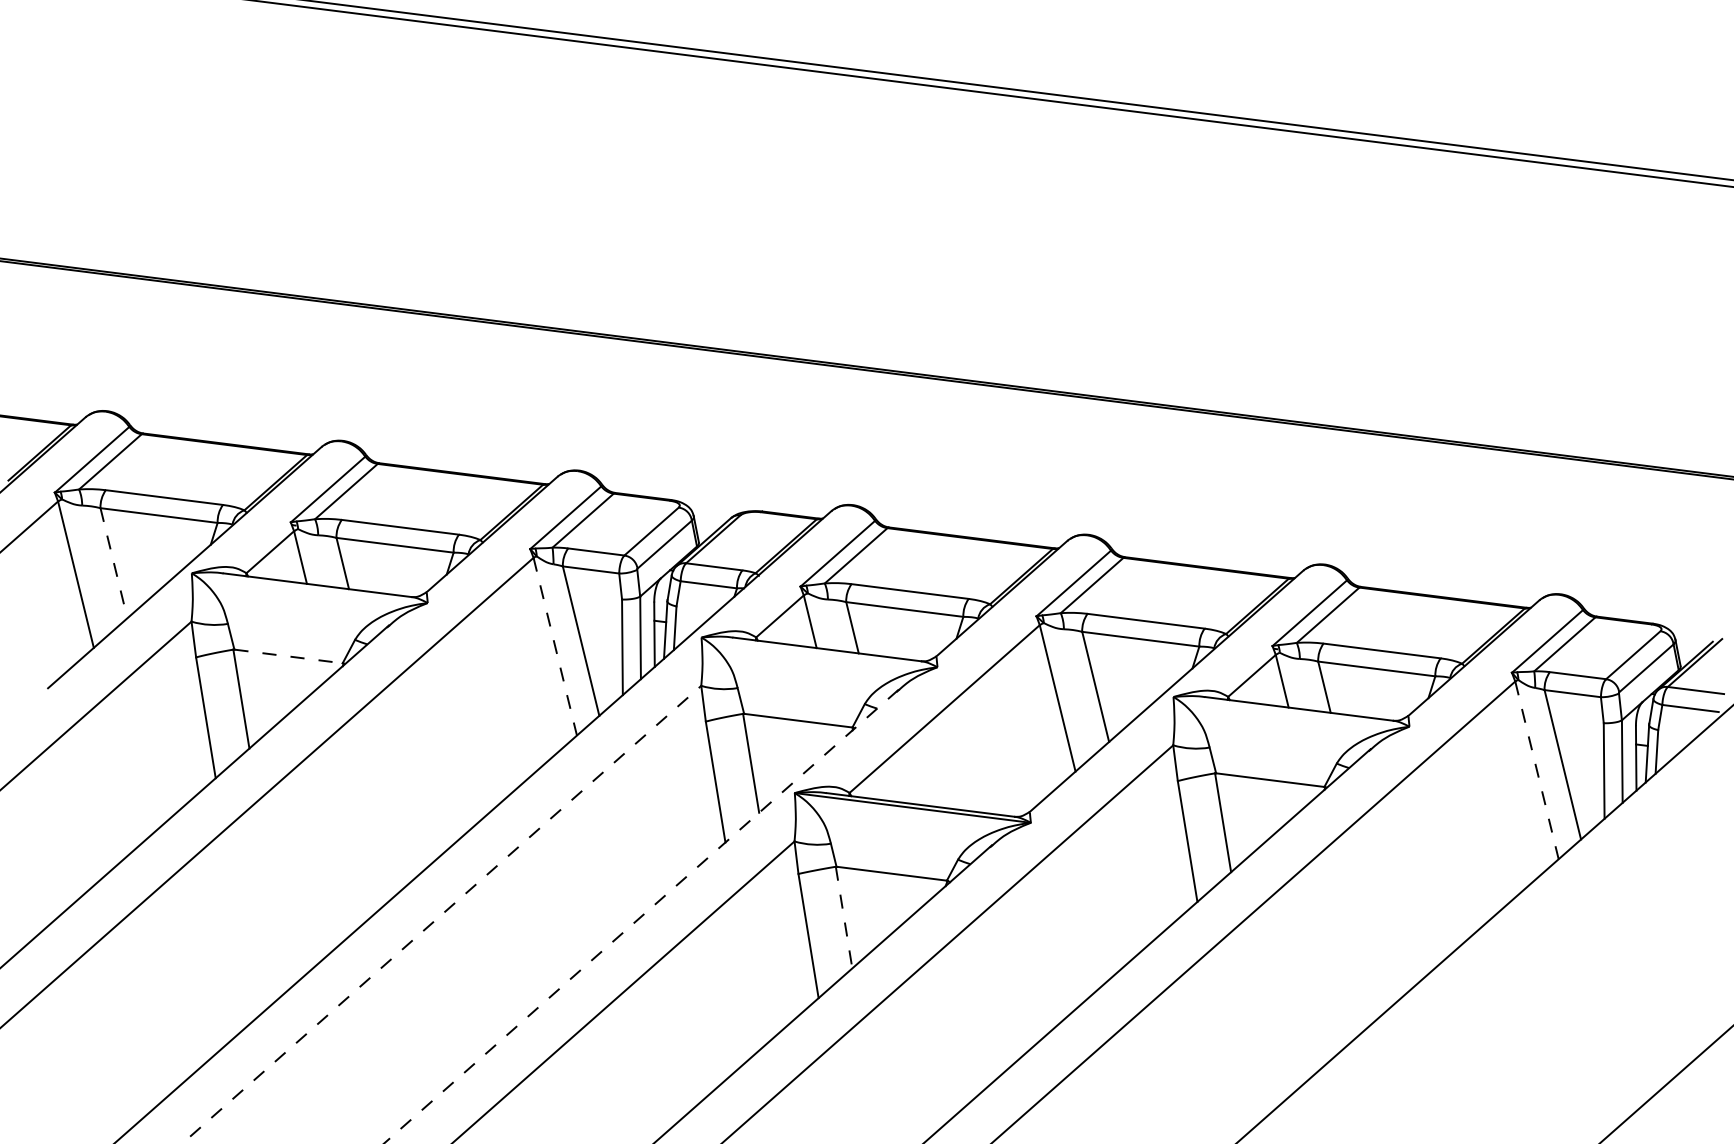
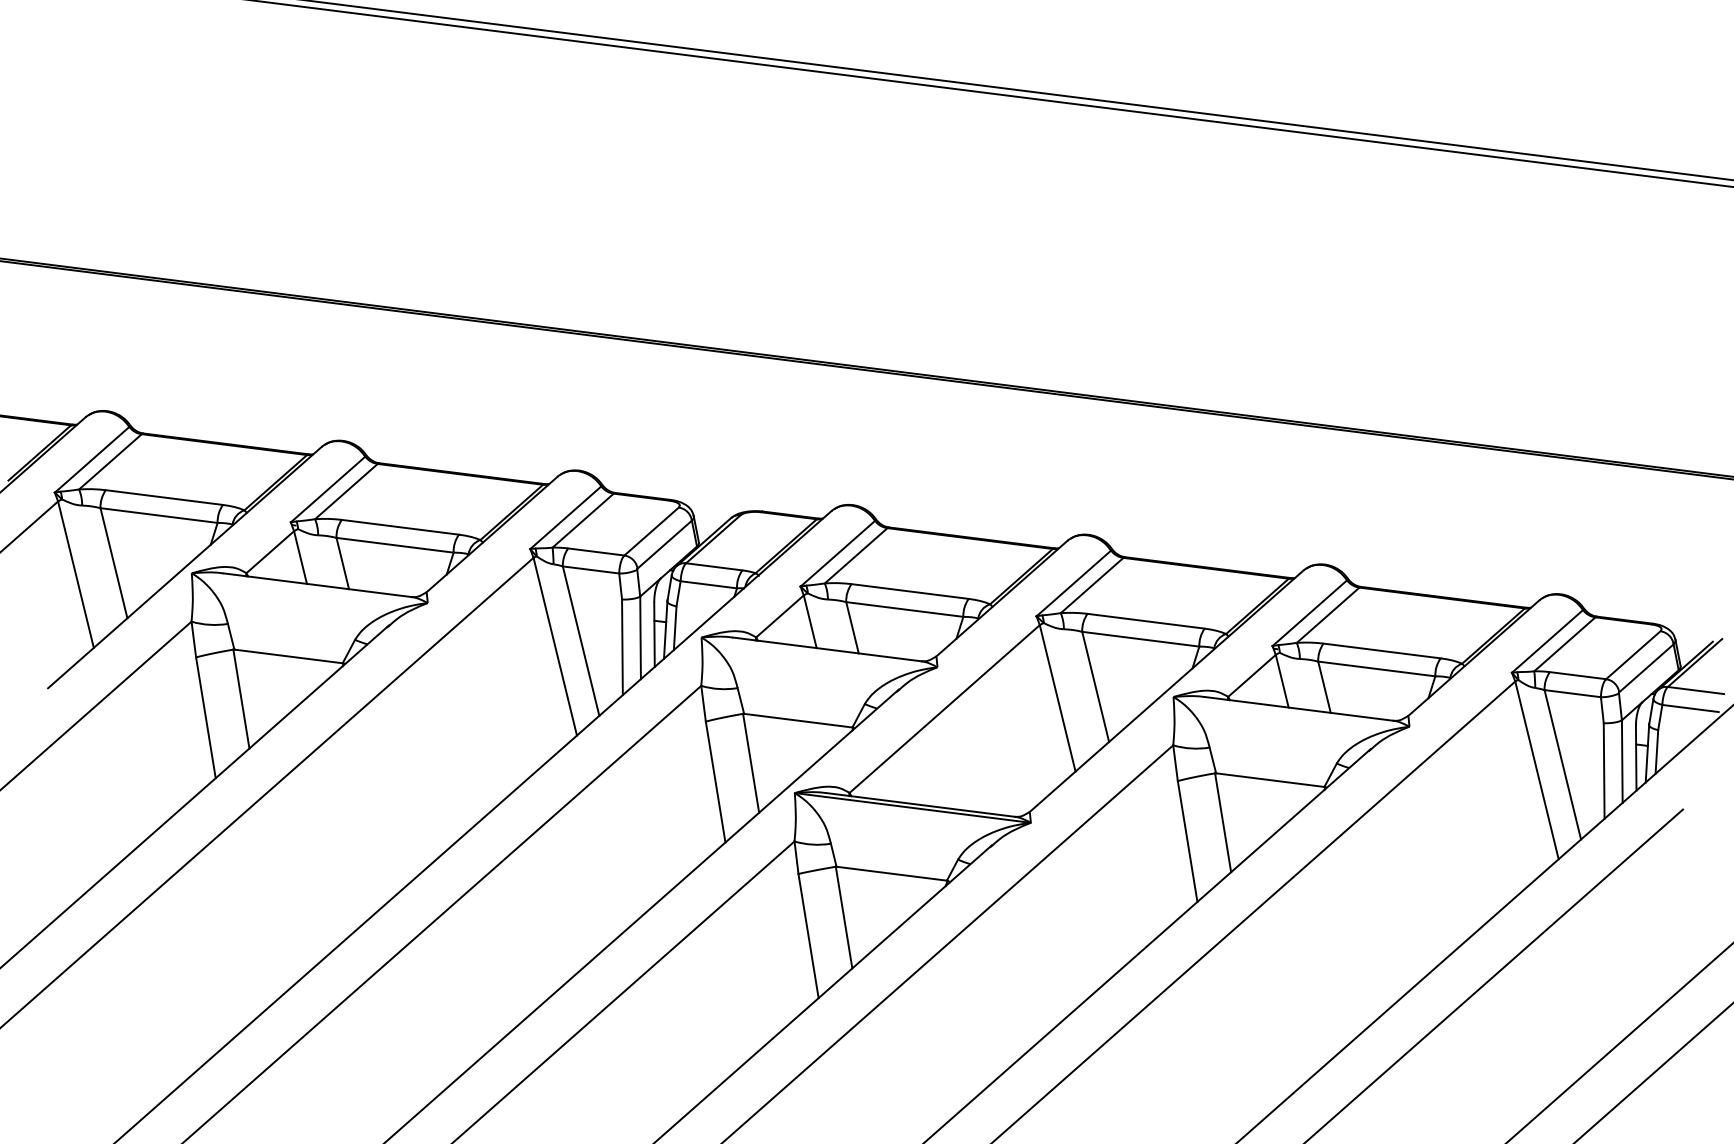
line at (113, 563): dashed -> solid
line at (555, 647): dashed -> solid
line at (288, 656): dashed -> solid
line at (1537, 770): dashed -> solid
line at (441, 914): dashed -> solid
line at (640, 917): dashed -> solid
line at (844, 917): dashed -> solid
line at (1494, 974): none -> present
line at (1619, 1042): none -> present
line at (1666, 1083) position: (1666, 1083) -> (1653, 1072)
